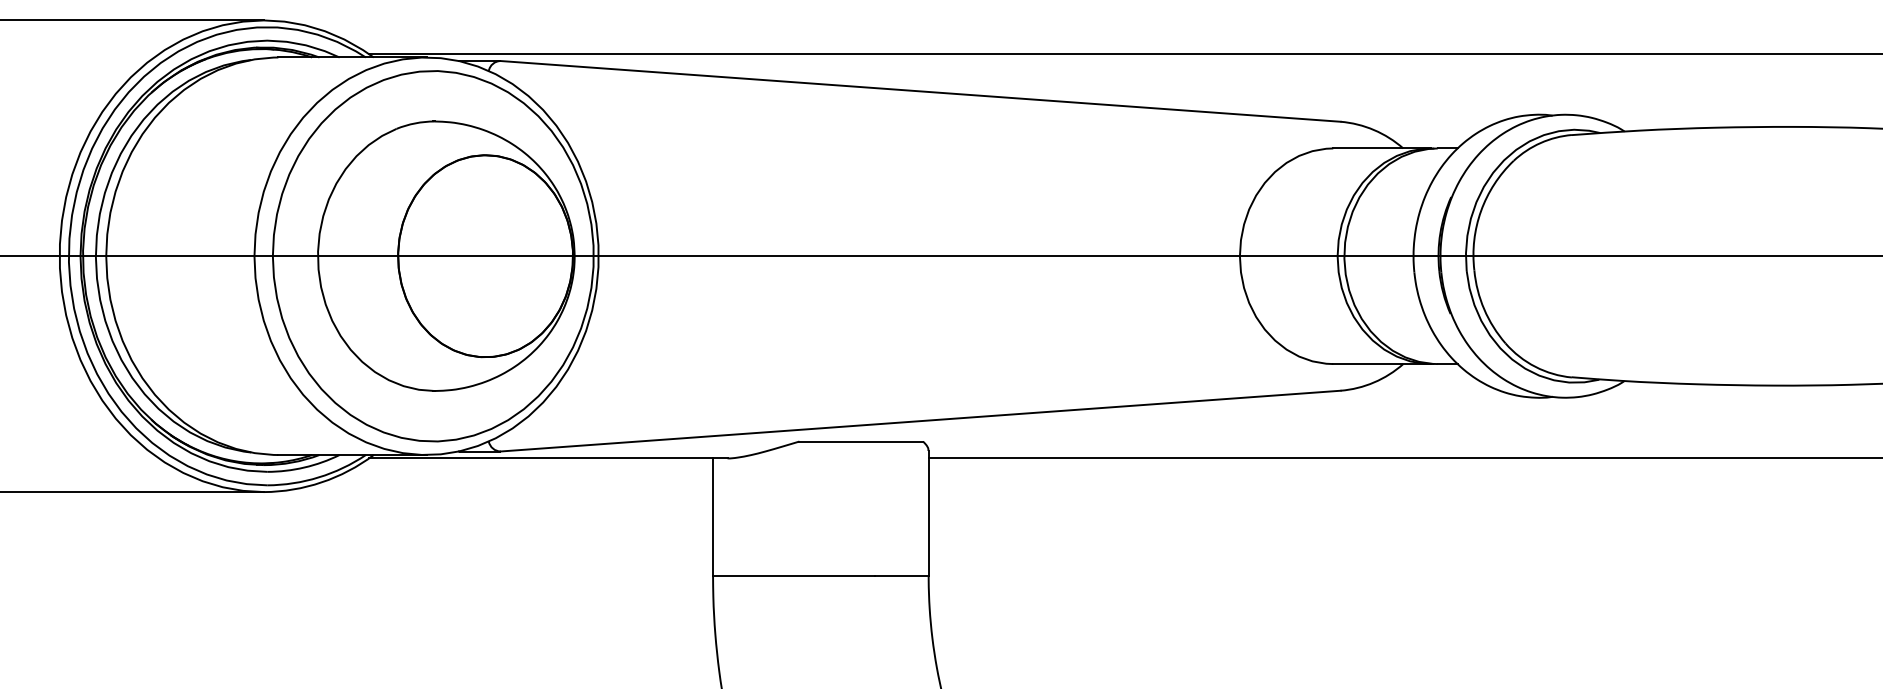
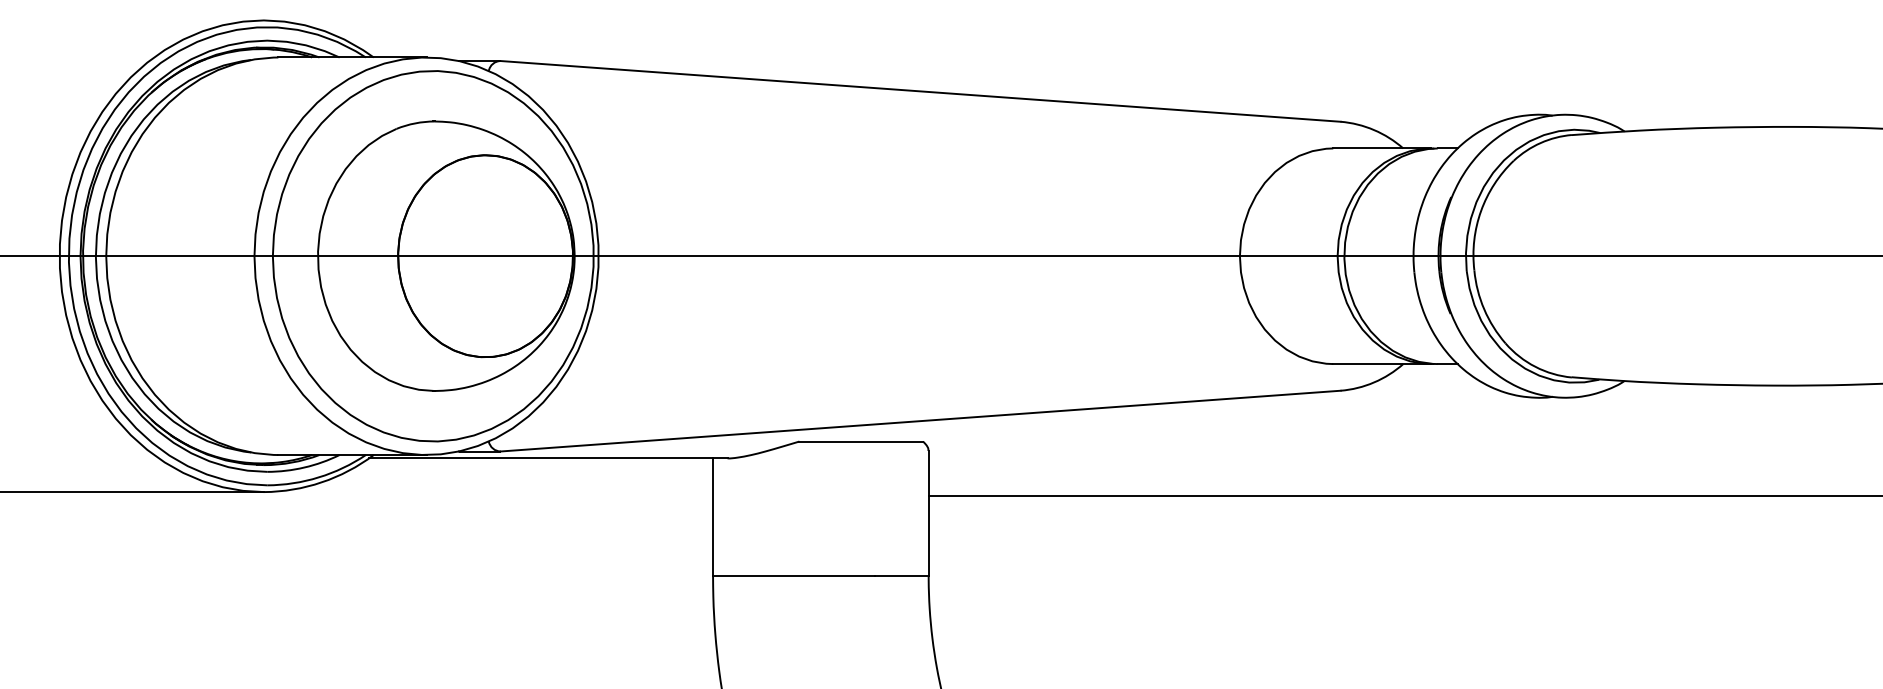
line at (132, 20): present -> none
line at (1124, 54): present -> none
line at (1403, 458) position: (1403, 458) -> (1403, 496)
